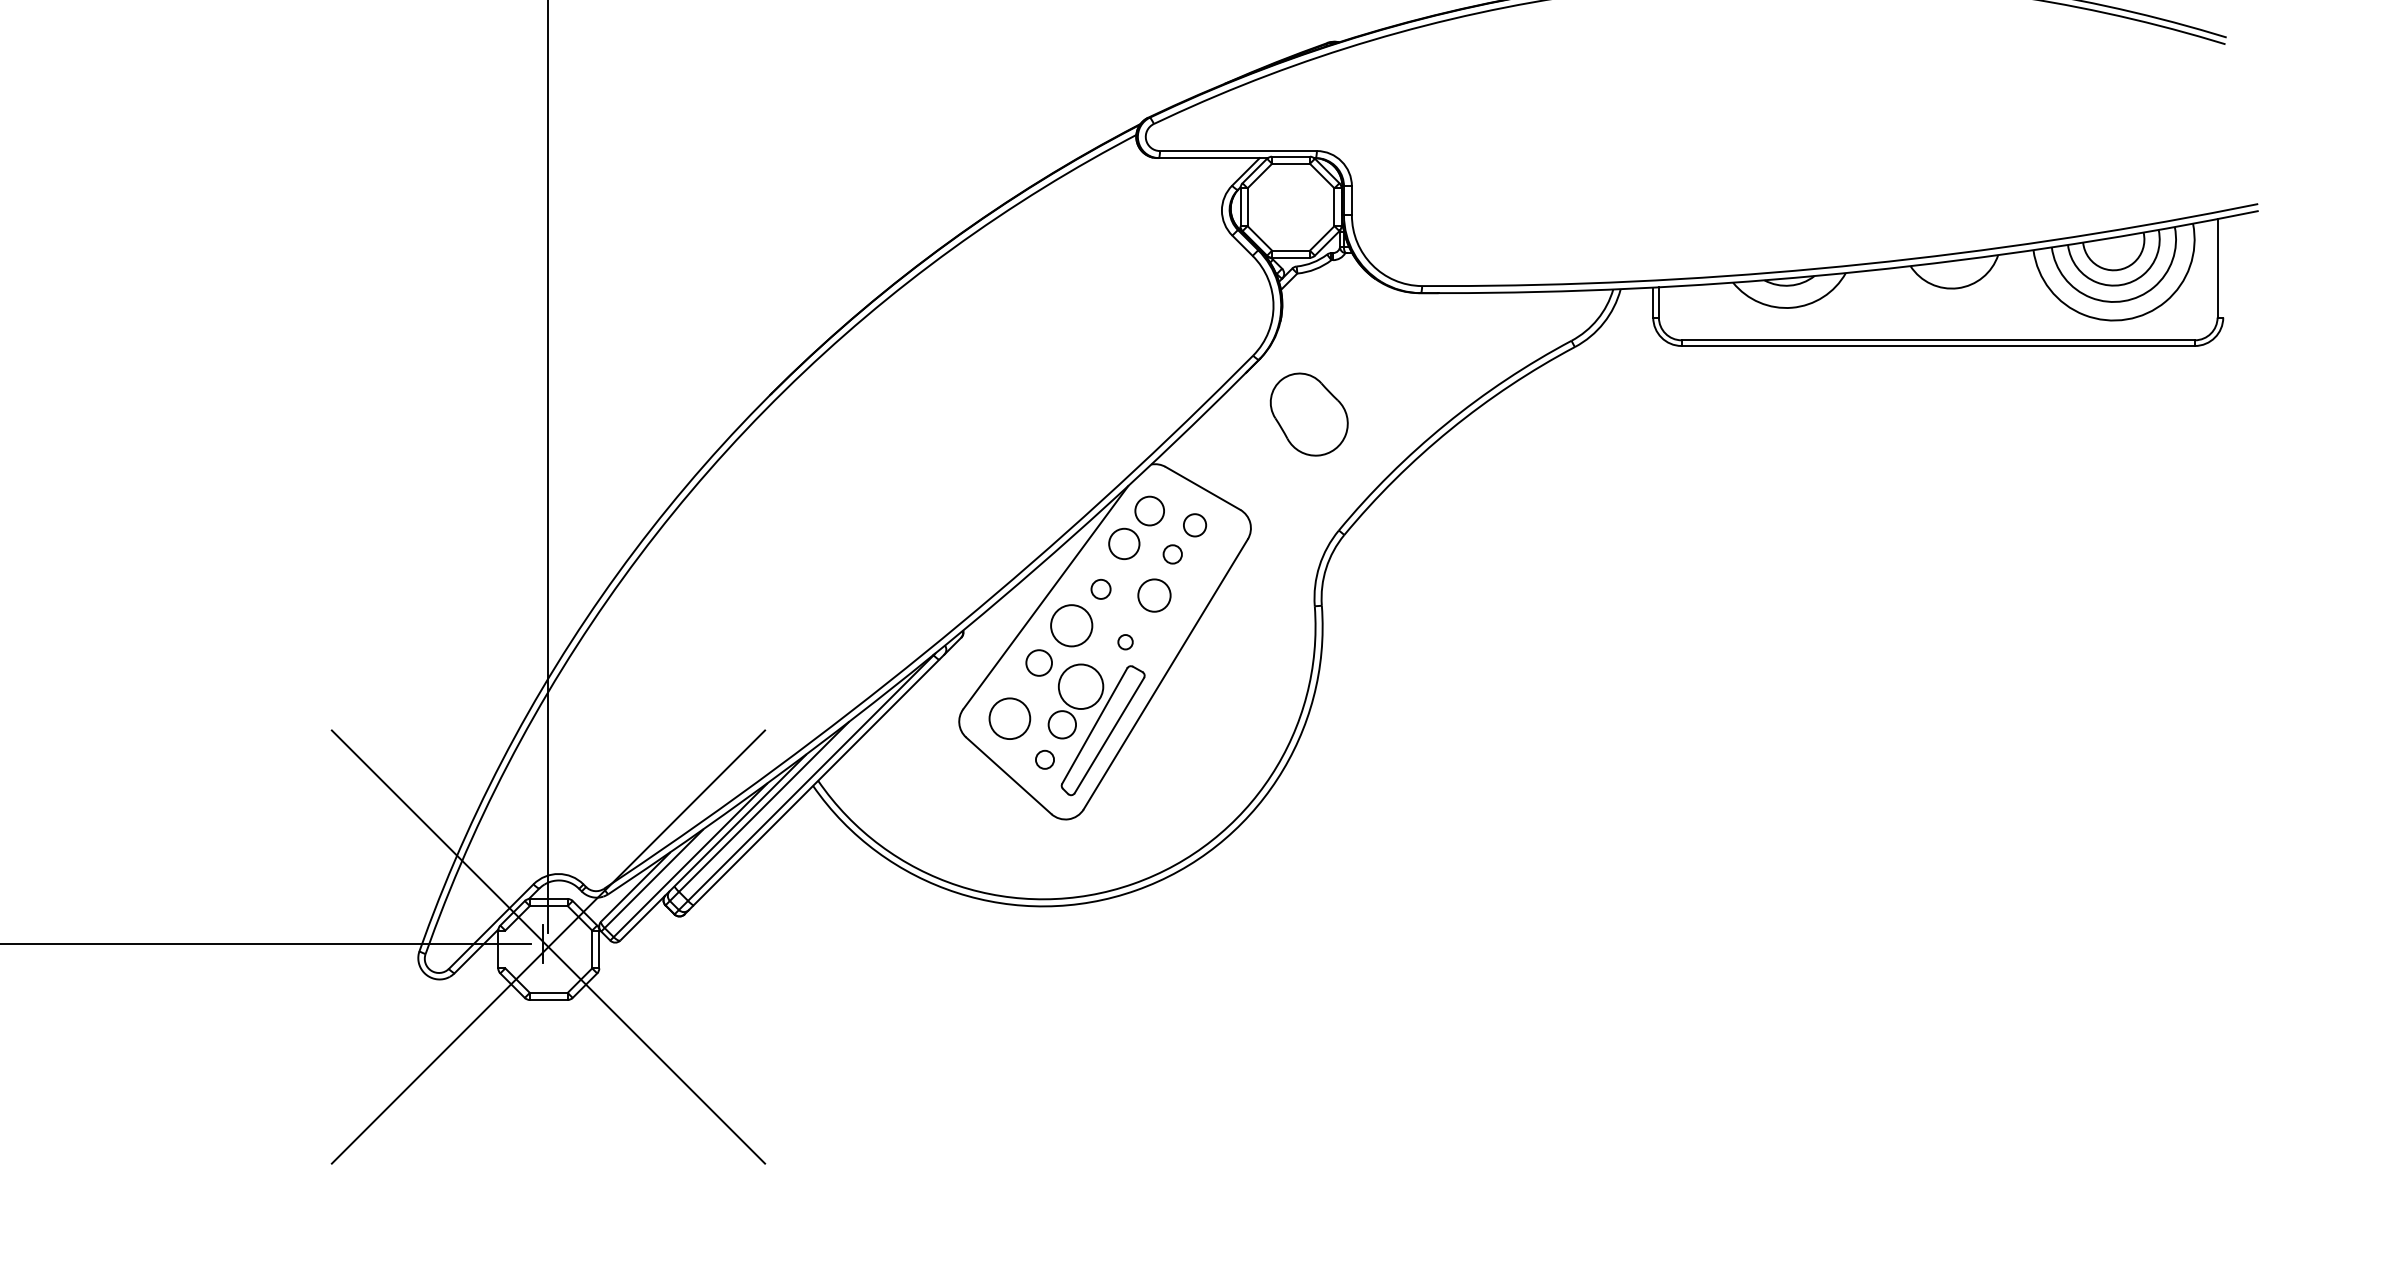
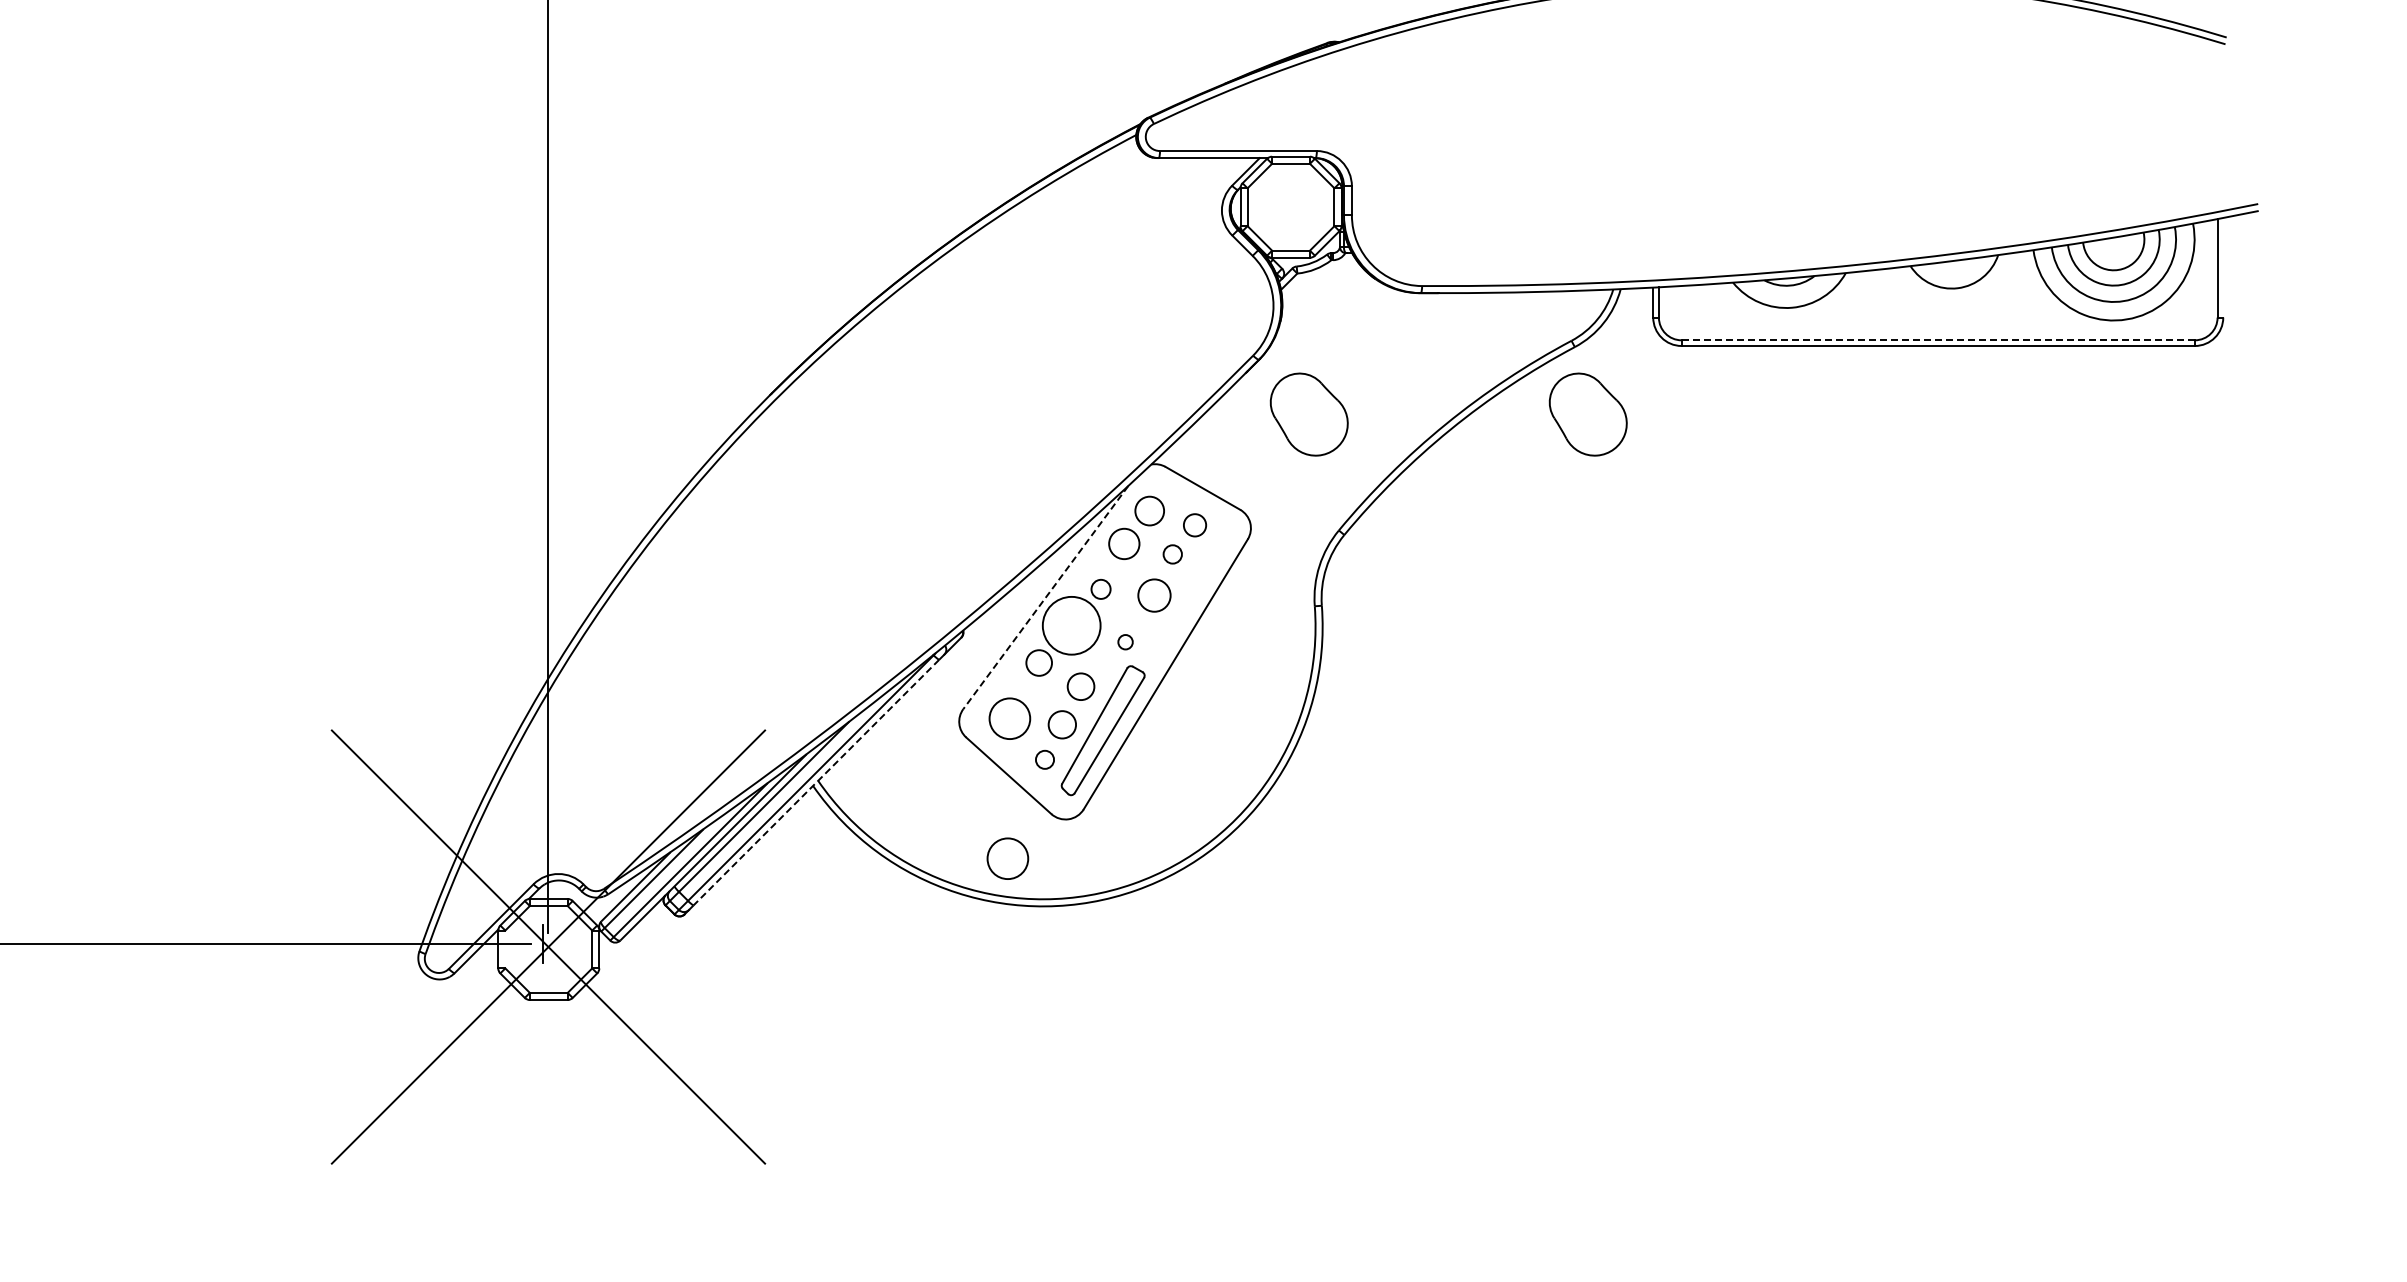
line at (1938, 340): solid -> dashed
part at (1587, 414): none -> present
line at (1045, 597): solid -> dashed
circle at (1071, 625) diameter: 41 px -> 58 px
circle at (1080, 686) diameter: 44 px -> 27 px
line at (816, 782): solid -> dashed
circle at (1007, 858): none -> present
